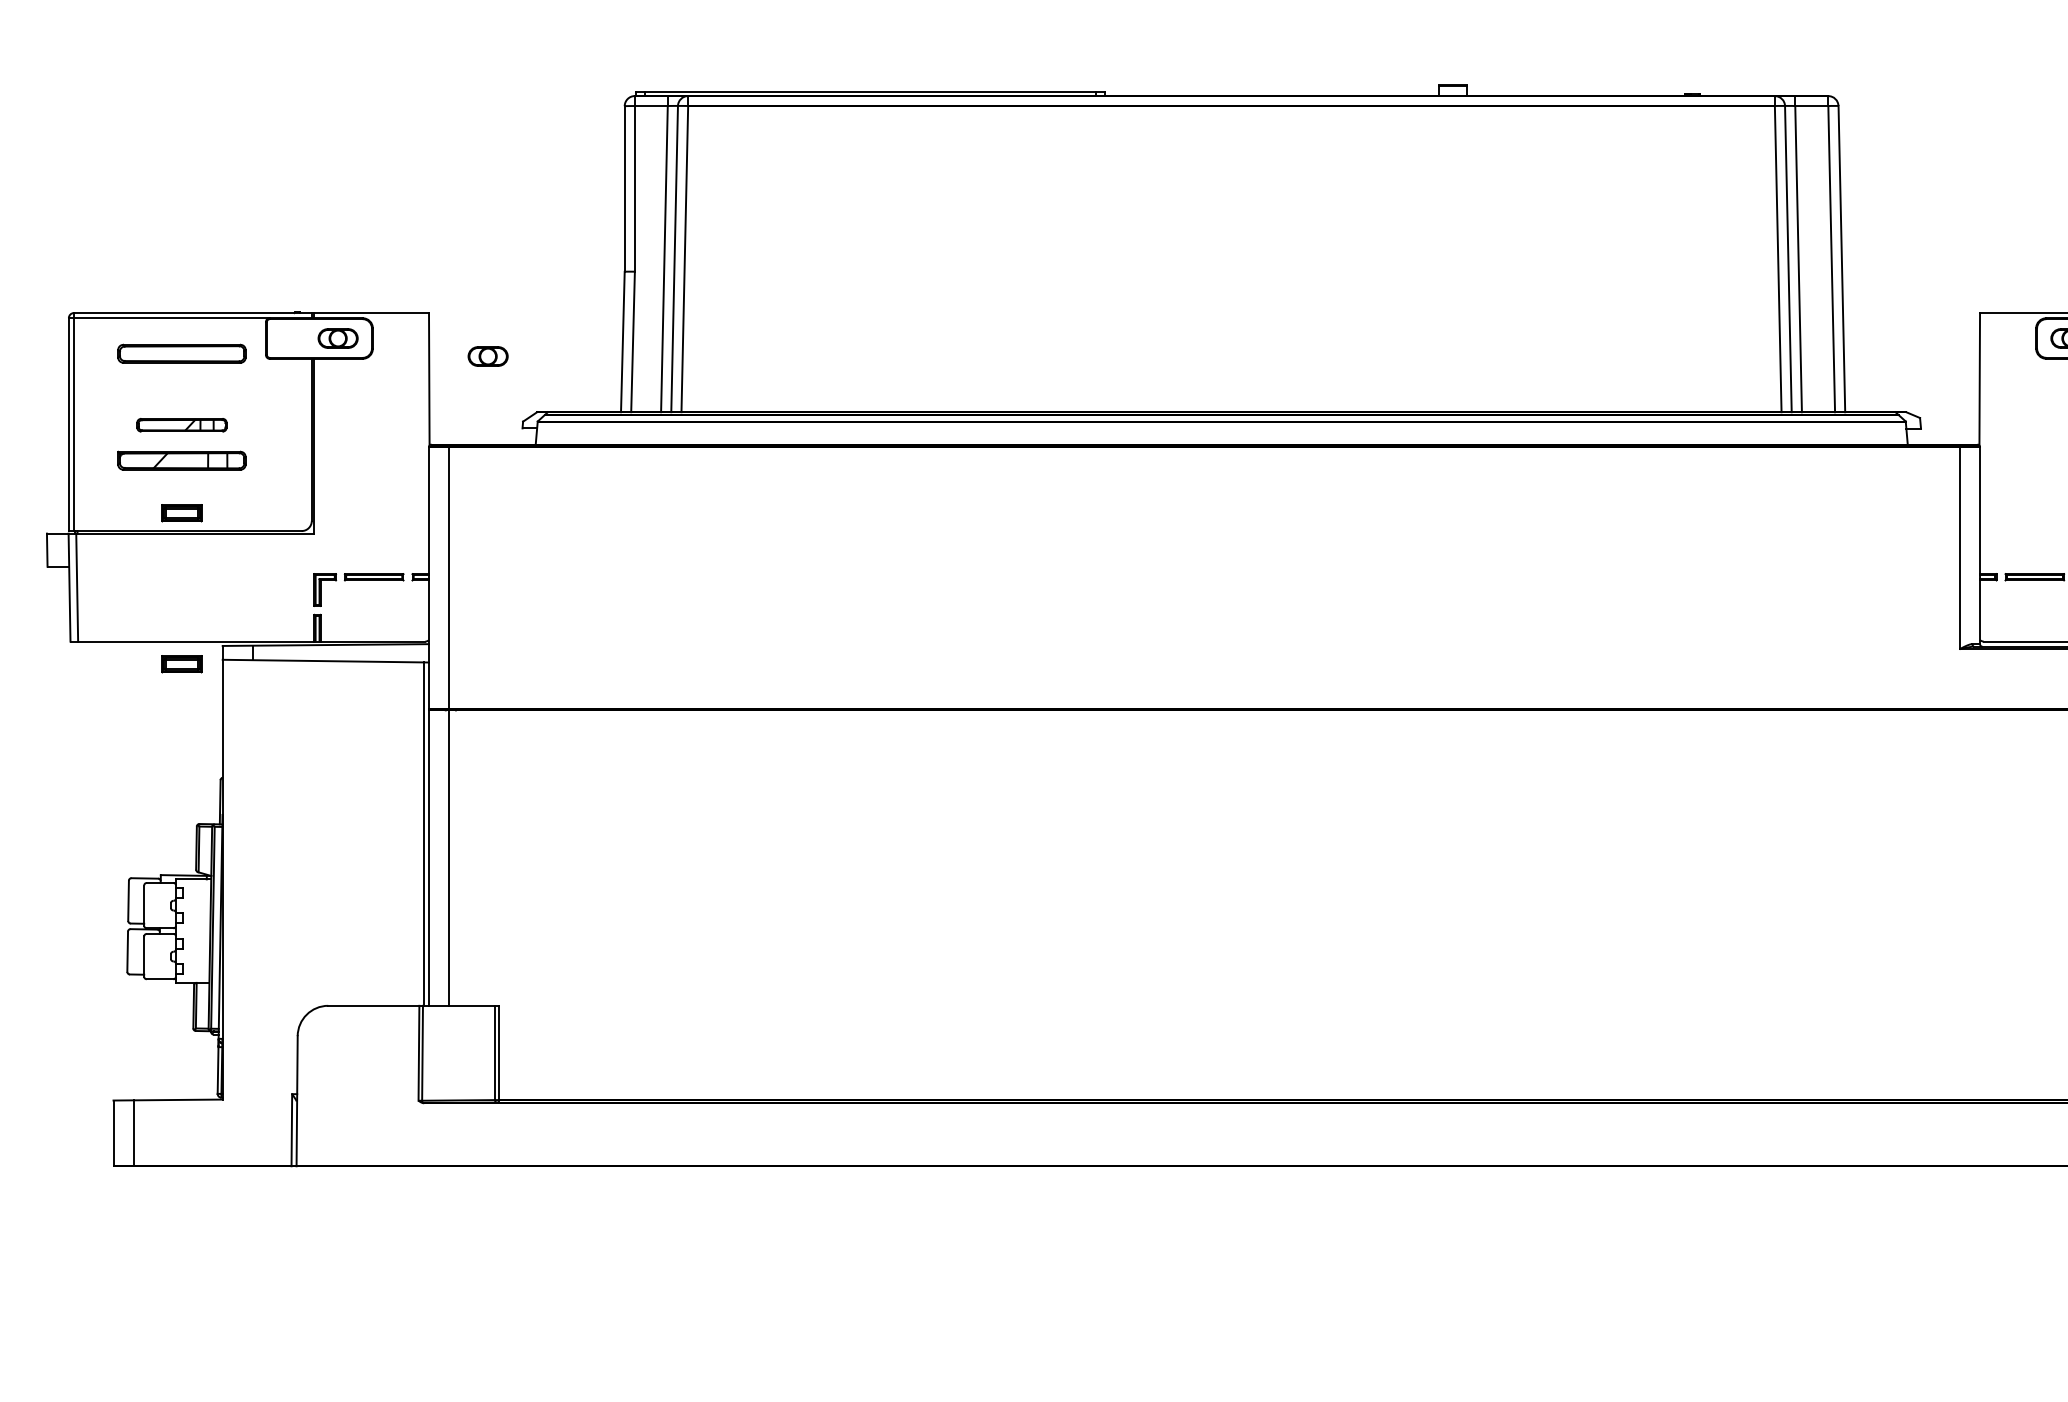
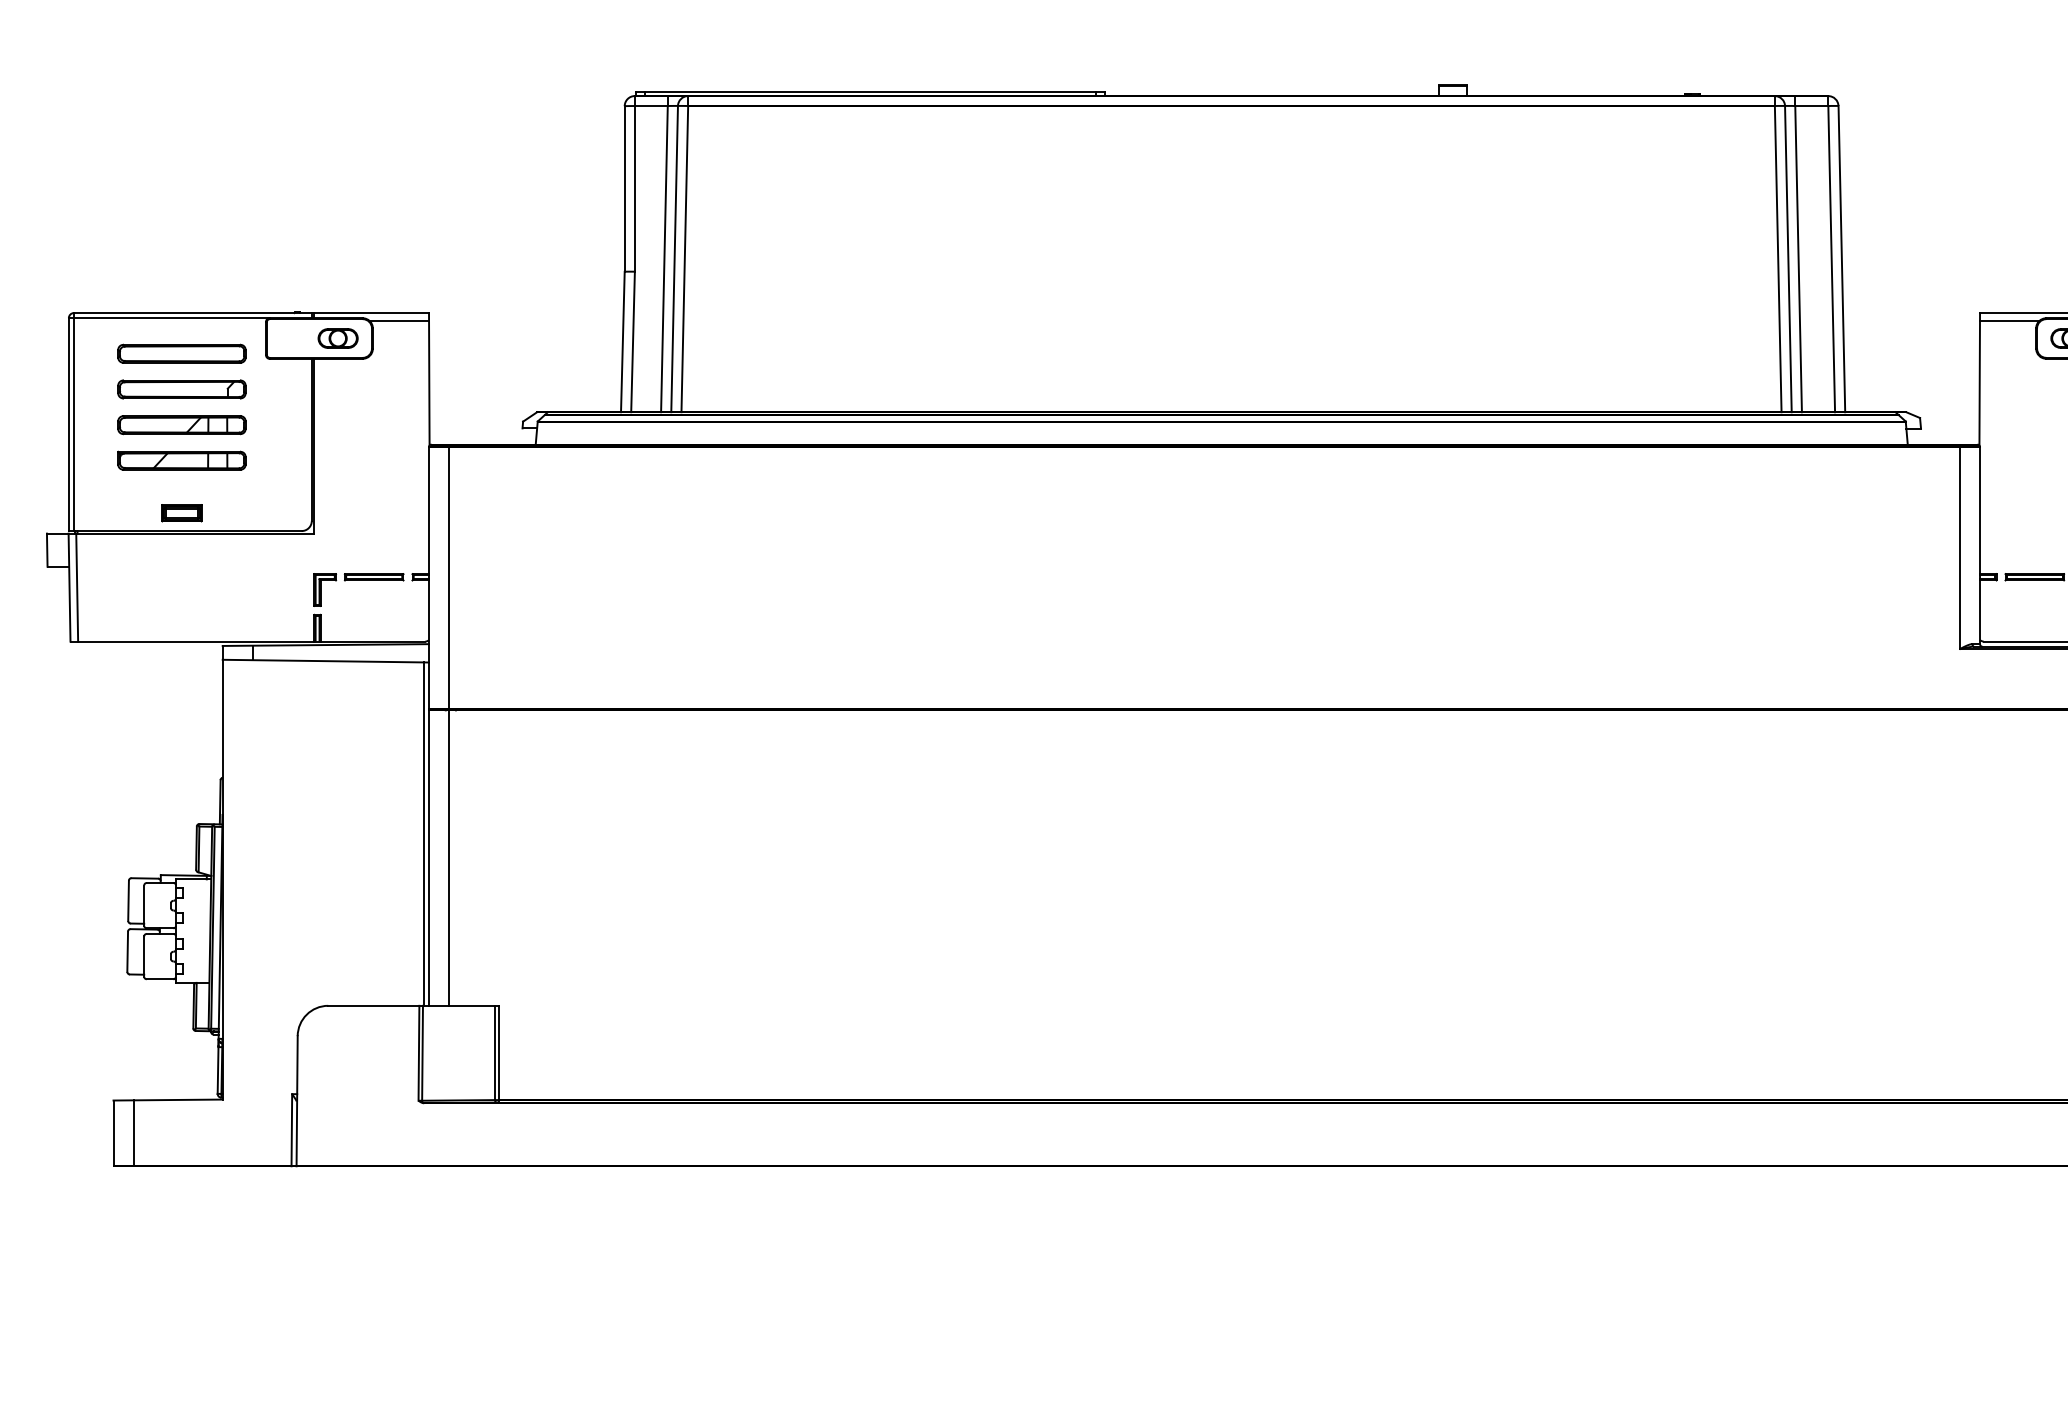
line at (399, 320): none -> present
line at (2009, 320): none -> present
part at (487, 356): present -> none
part at (181, 389): none -> present
part at (181, 425) size: 92x15 px -> 130x21 px
part at (181, 664): present -> none
